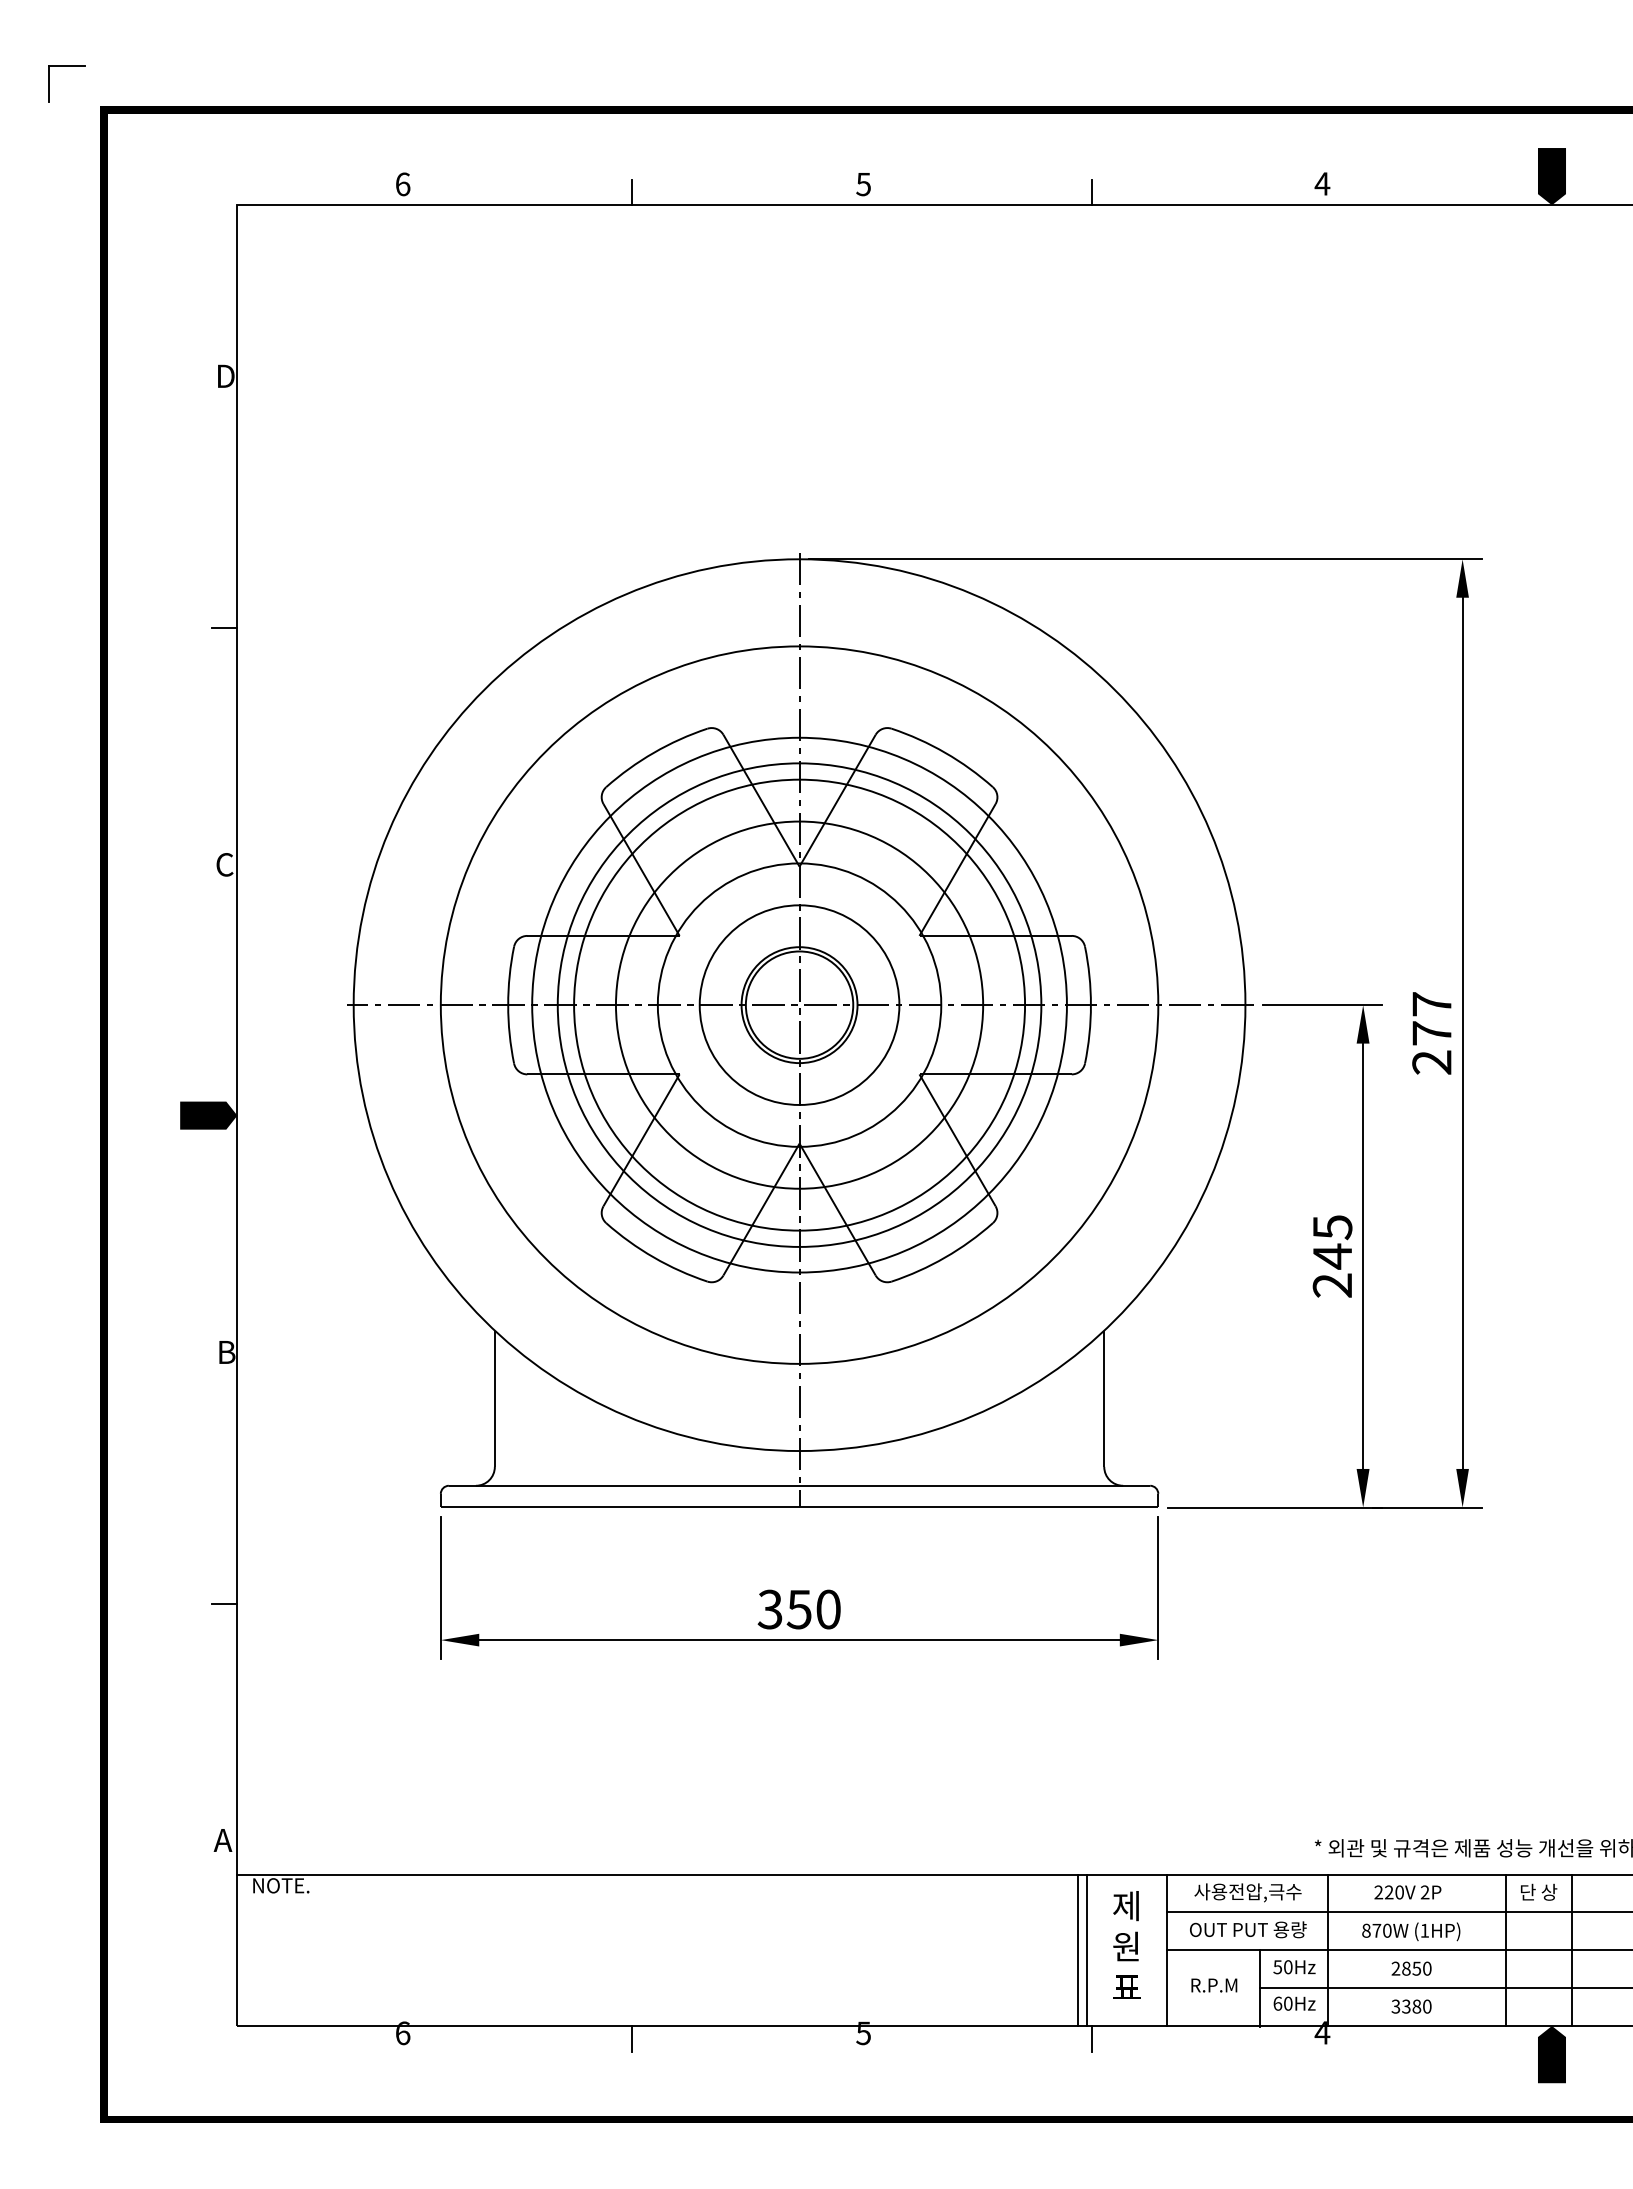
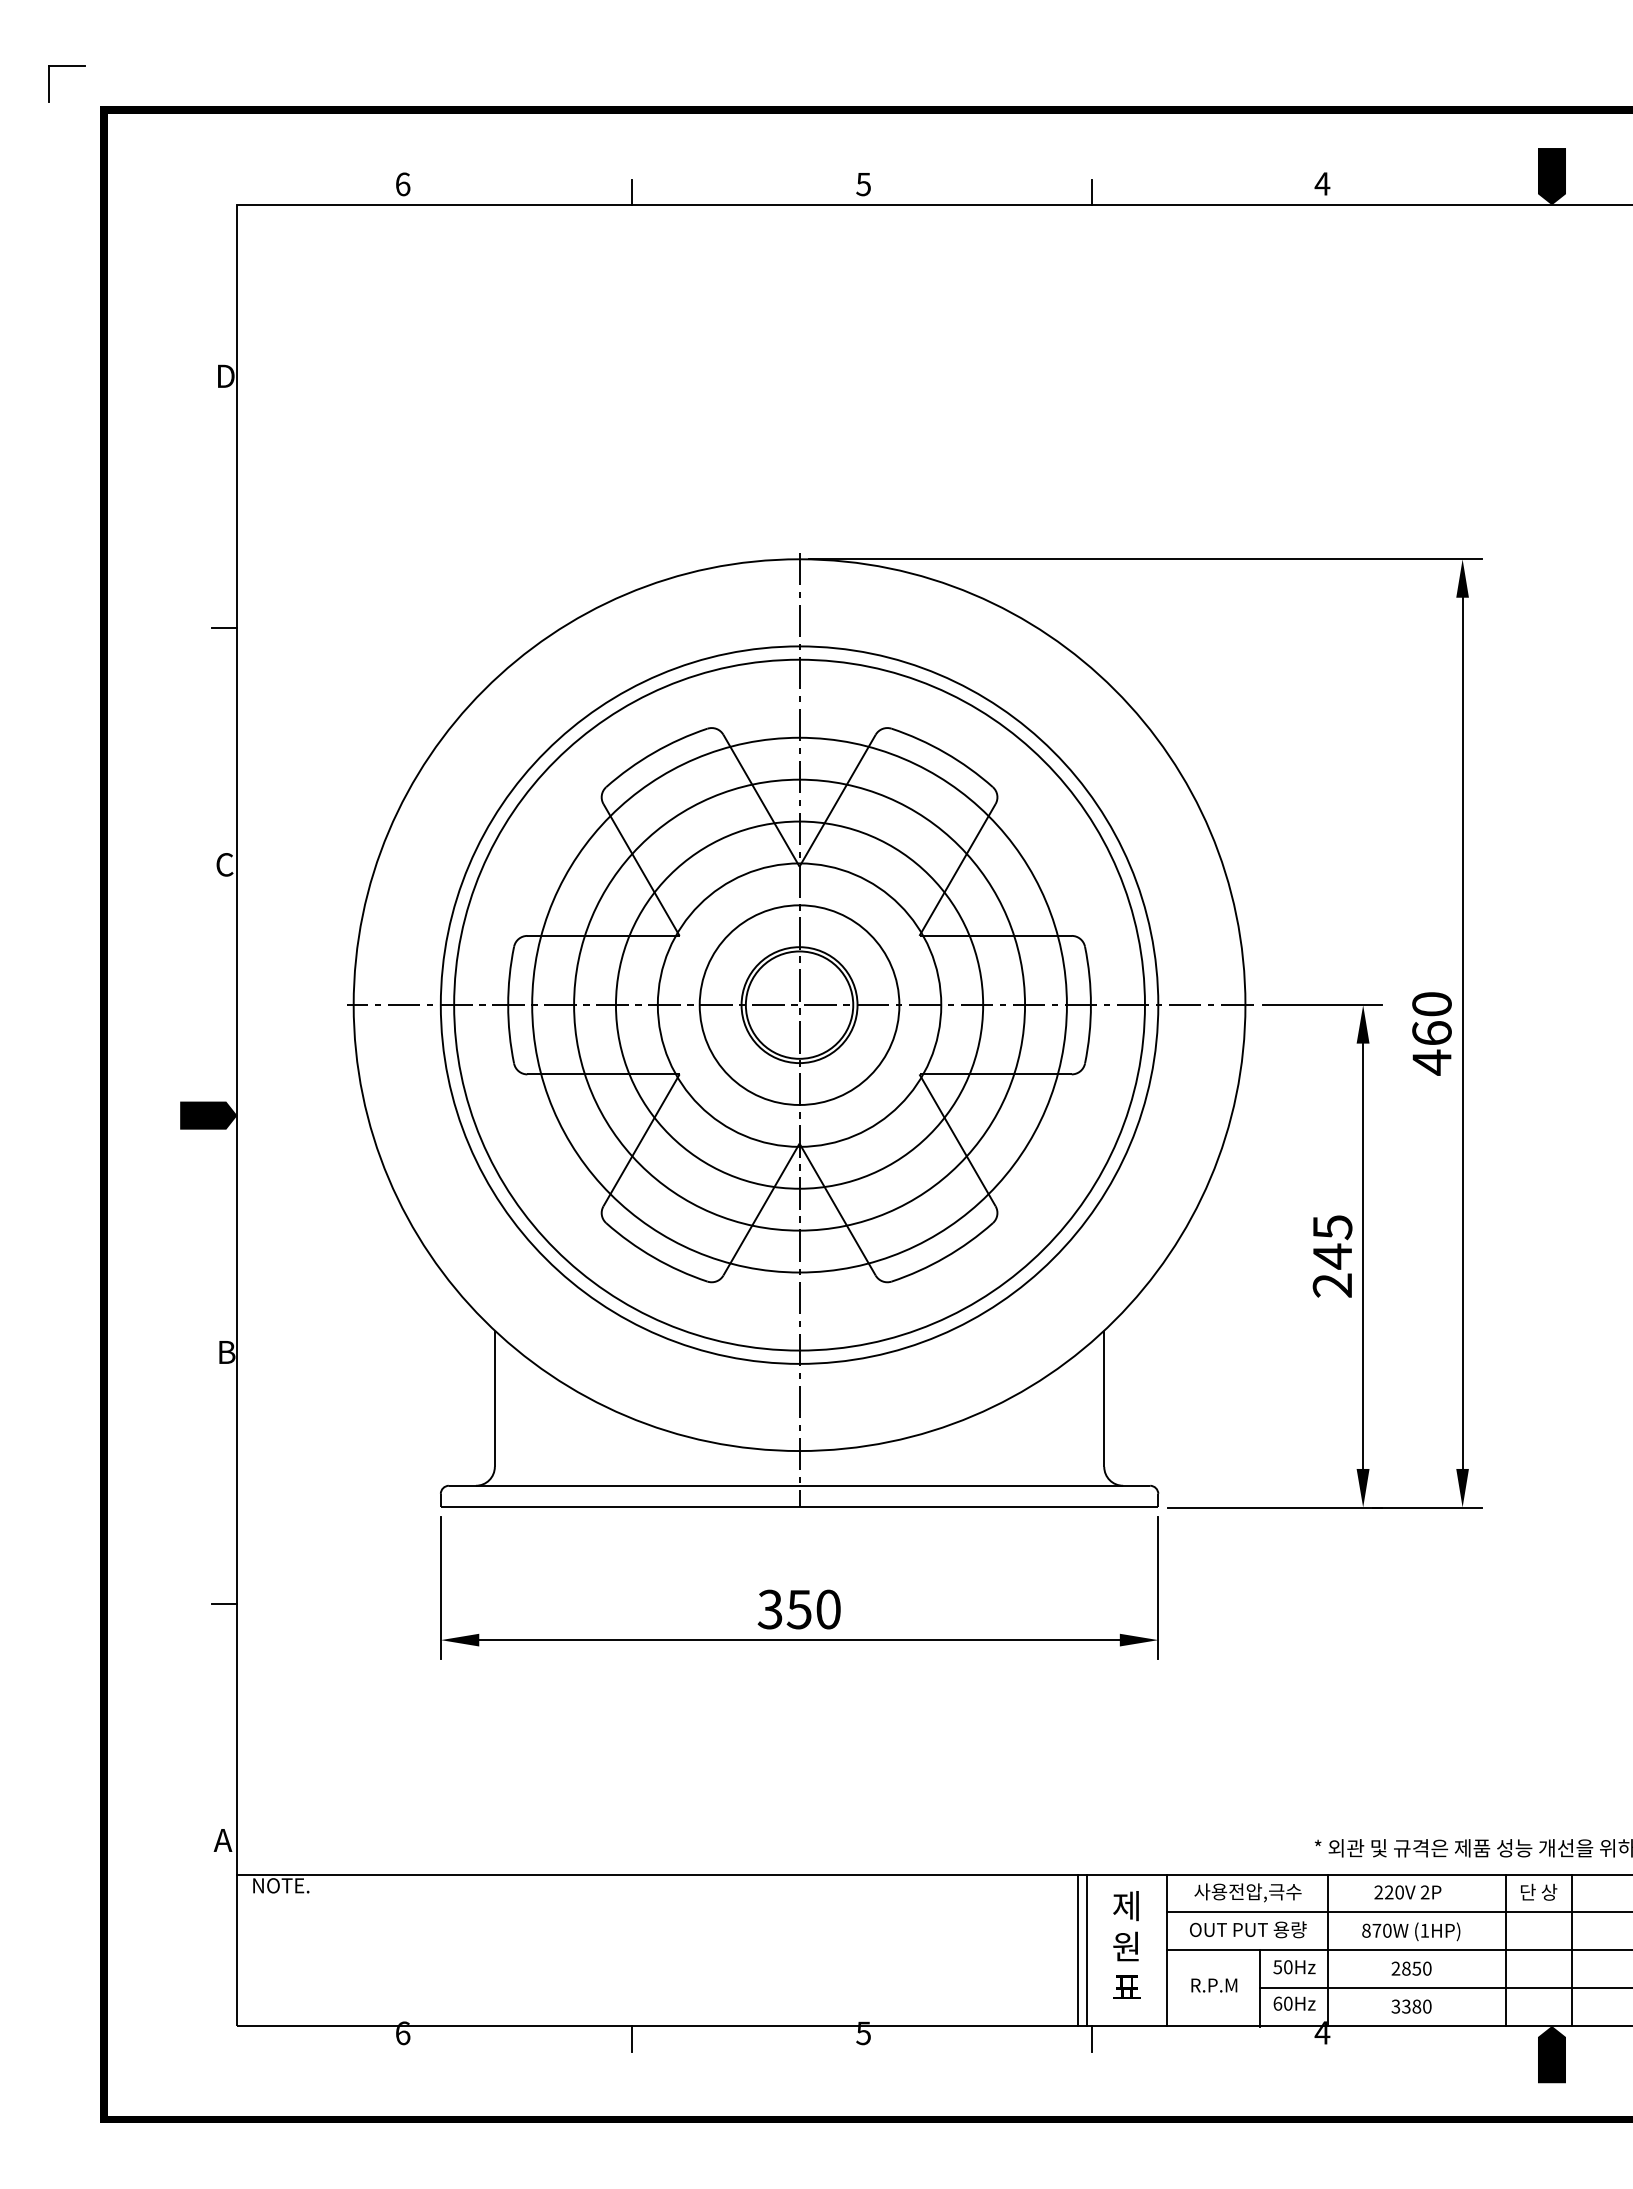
circle at (799, 1004) diameter: 484 px -> 691 px
text at (1431, 1033): 277 -> 460
